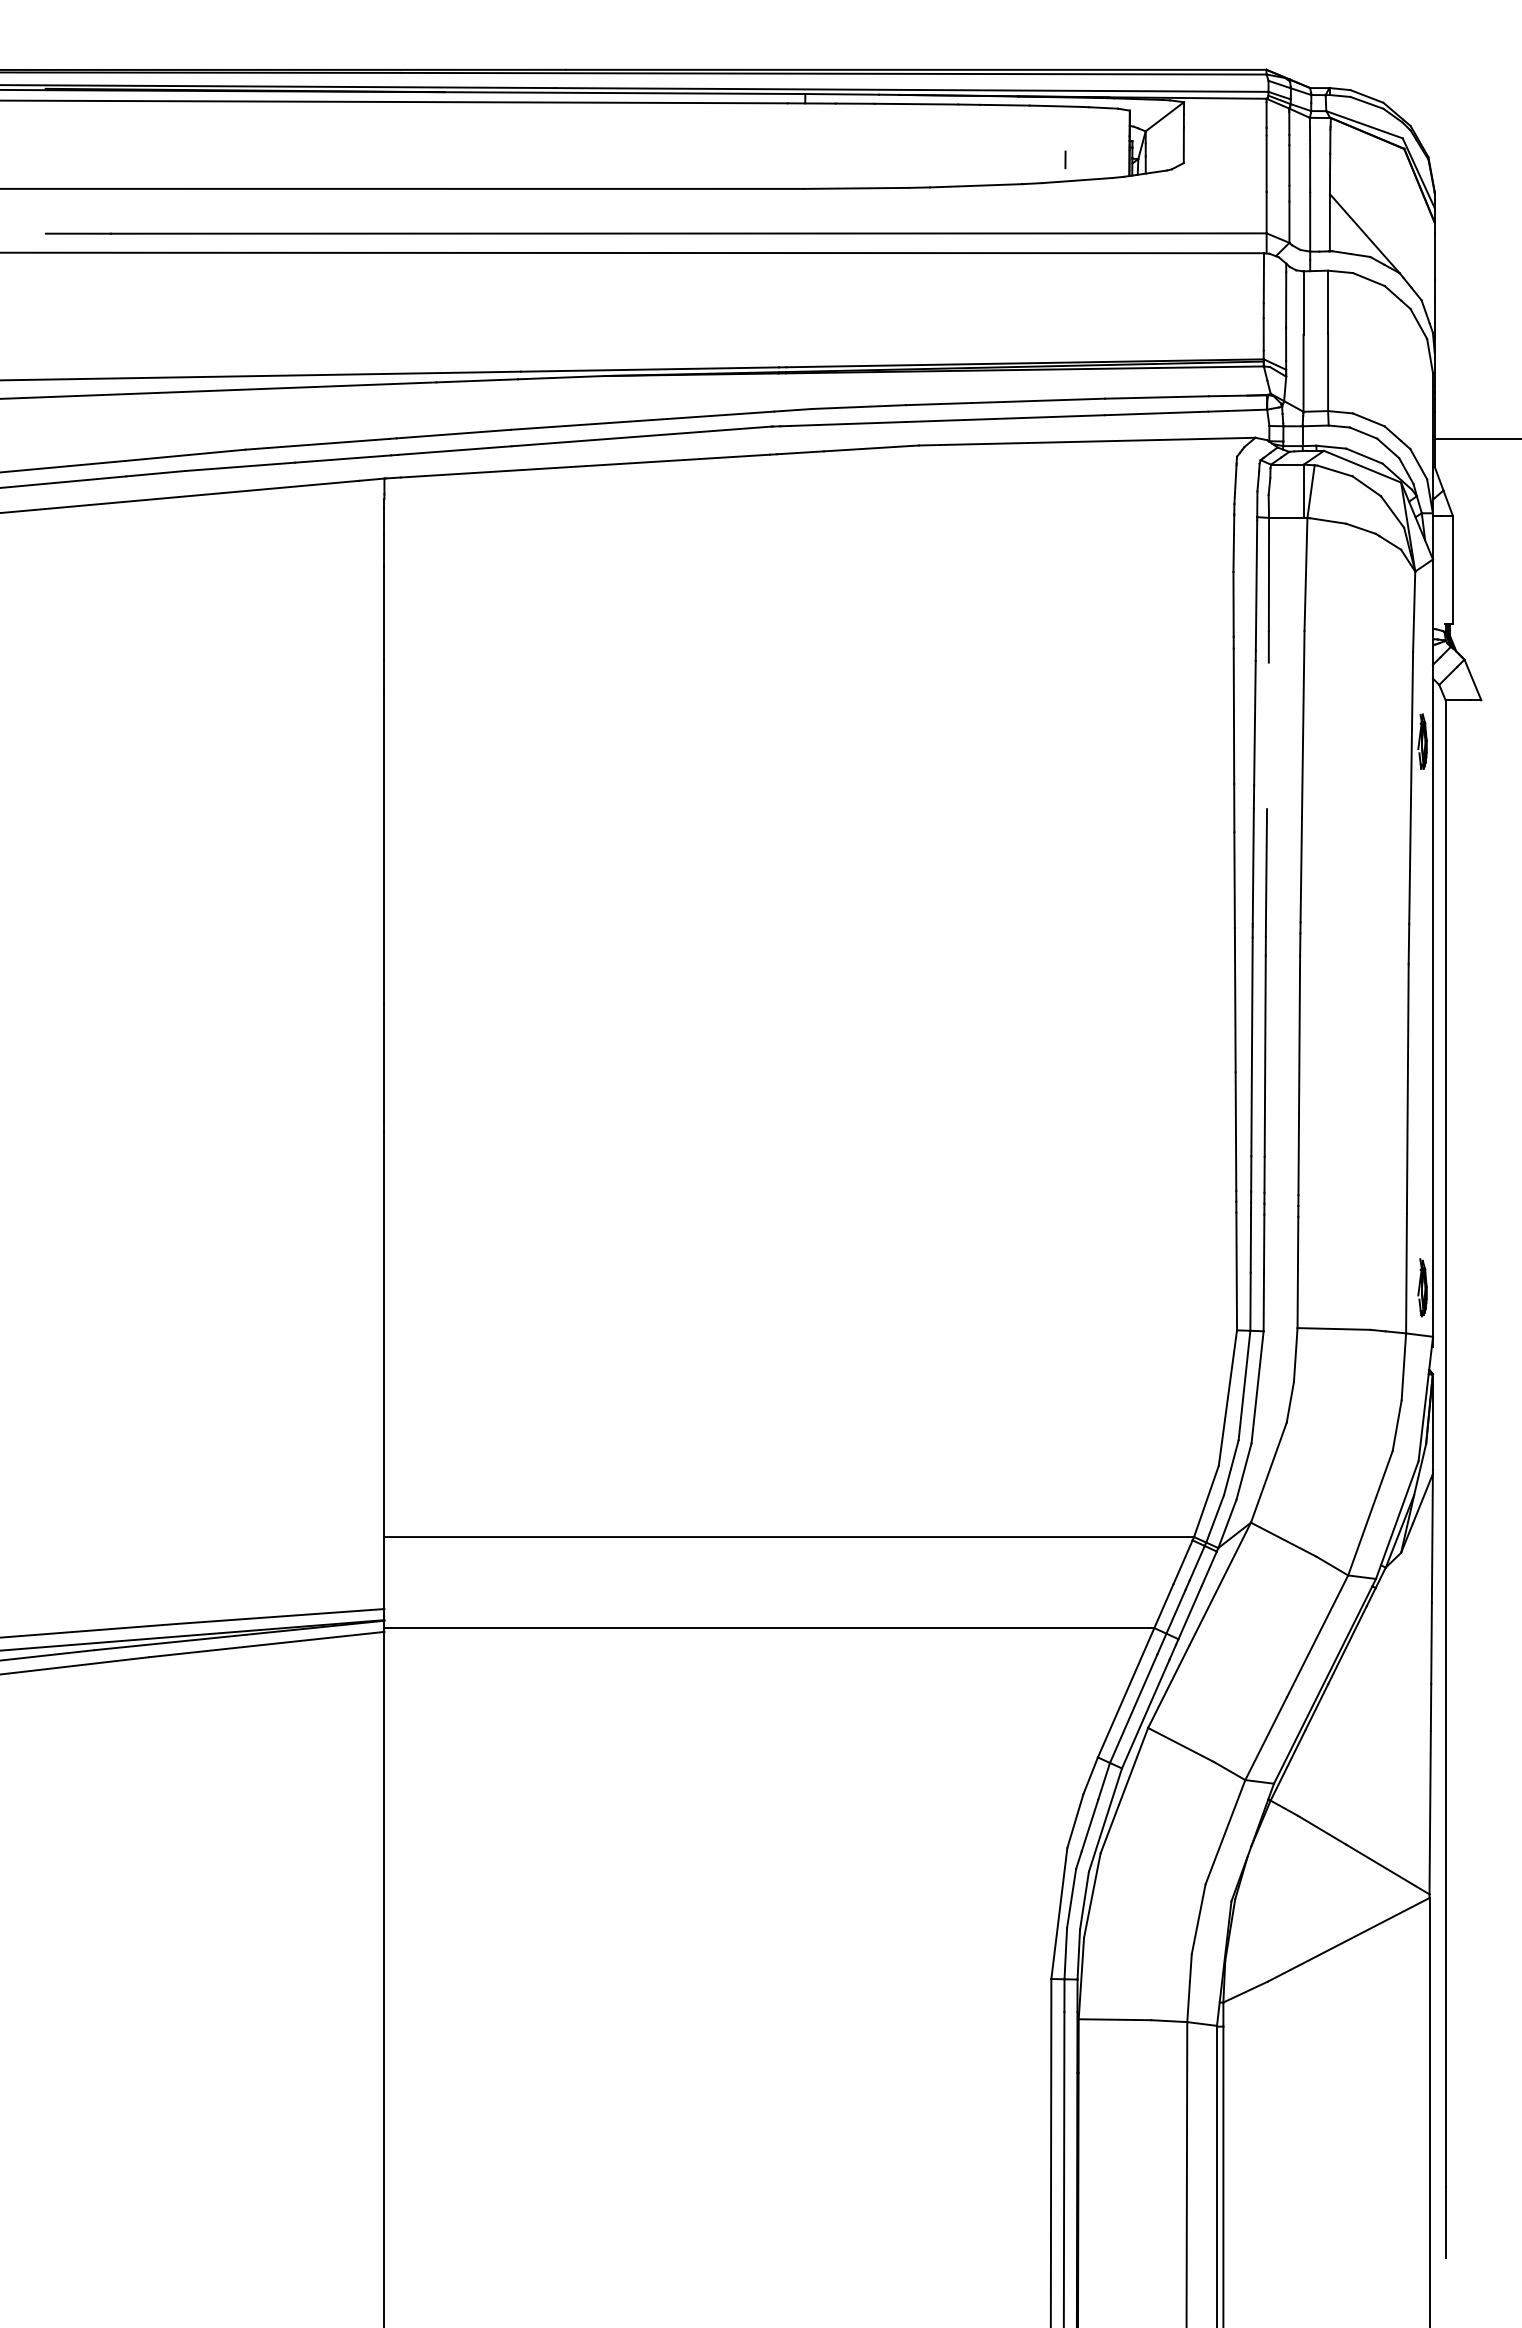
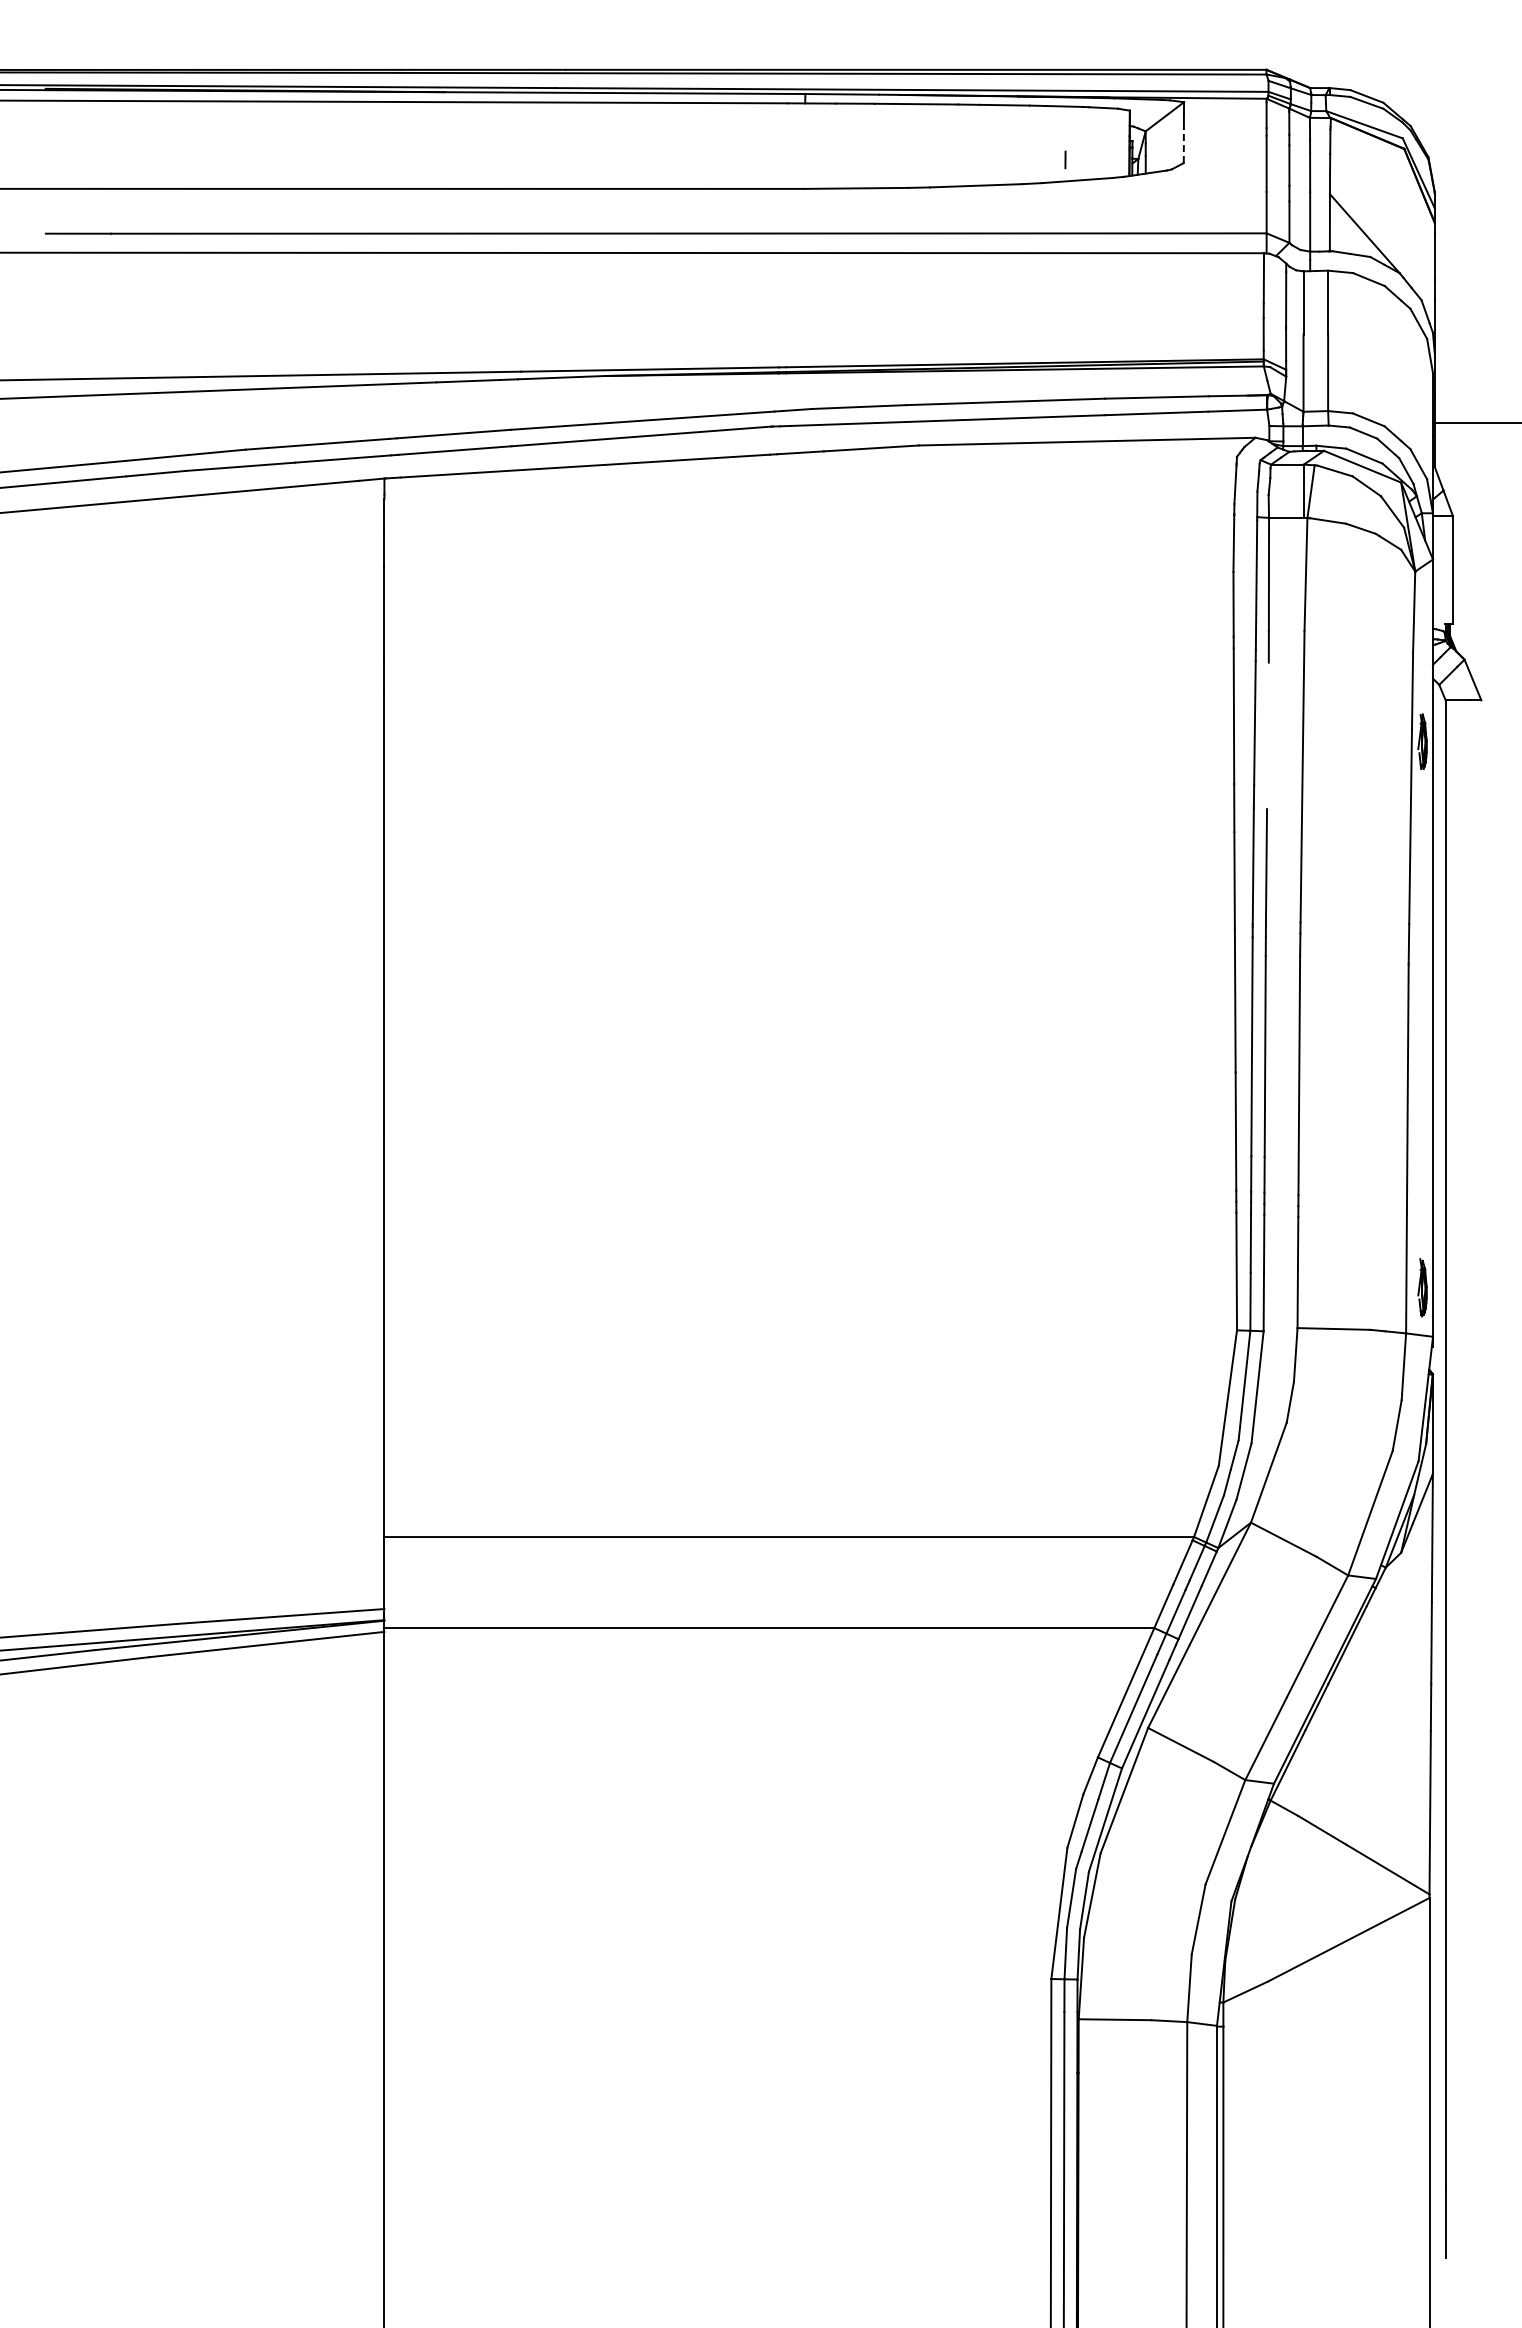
line at (1183, 145): solid -> dashed
line at (1476, 439) position: (1476, 439) -> (1476, 423)
